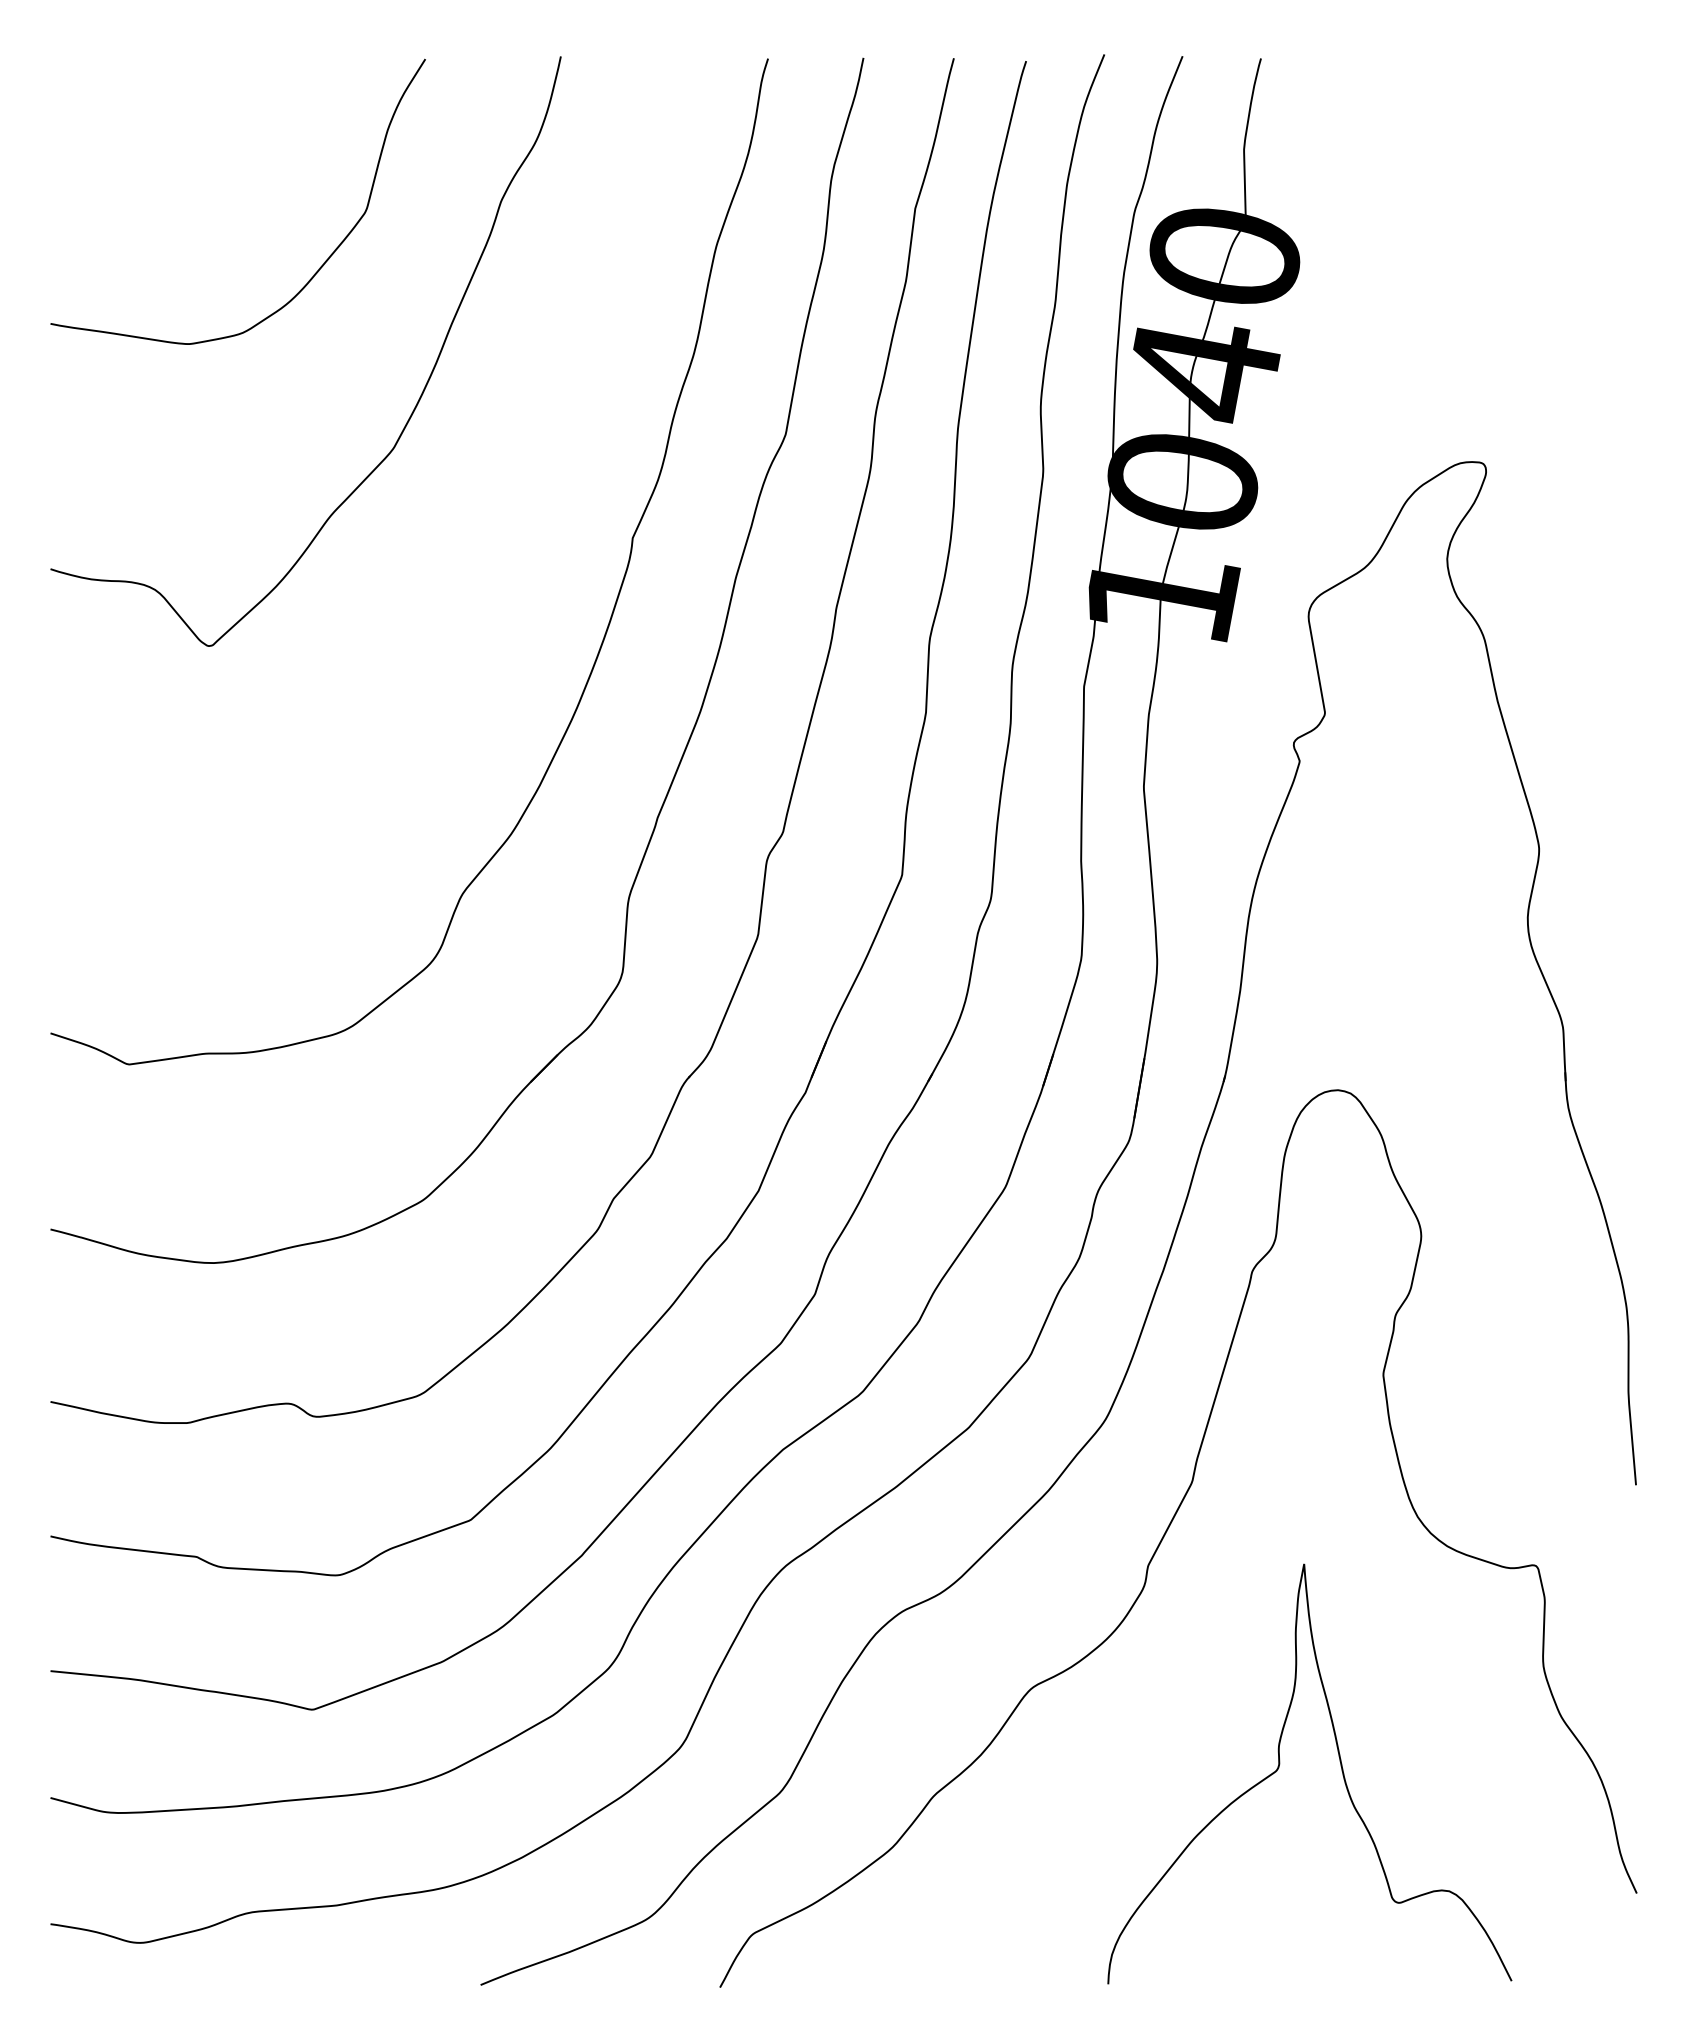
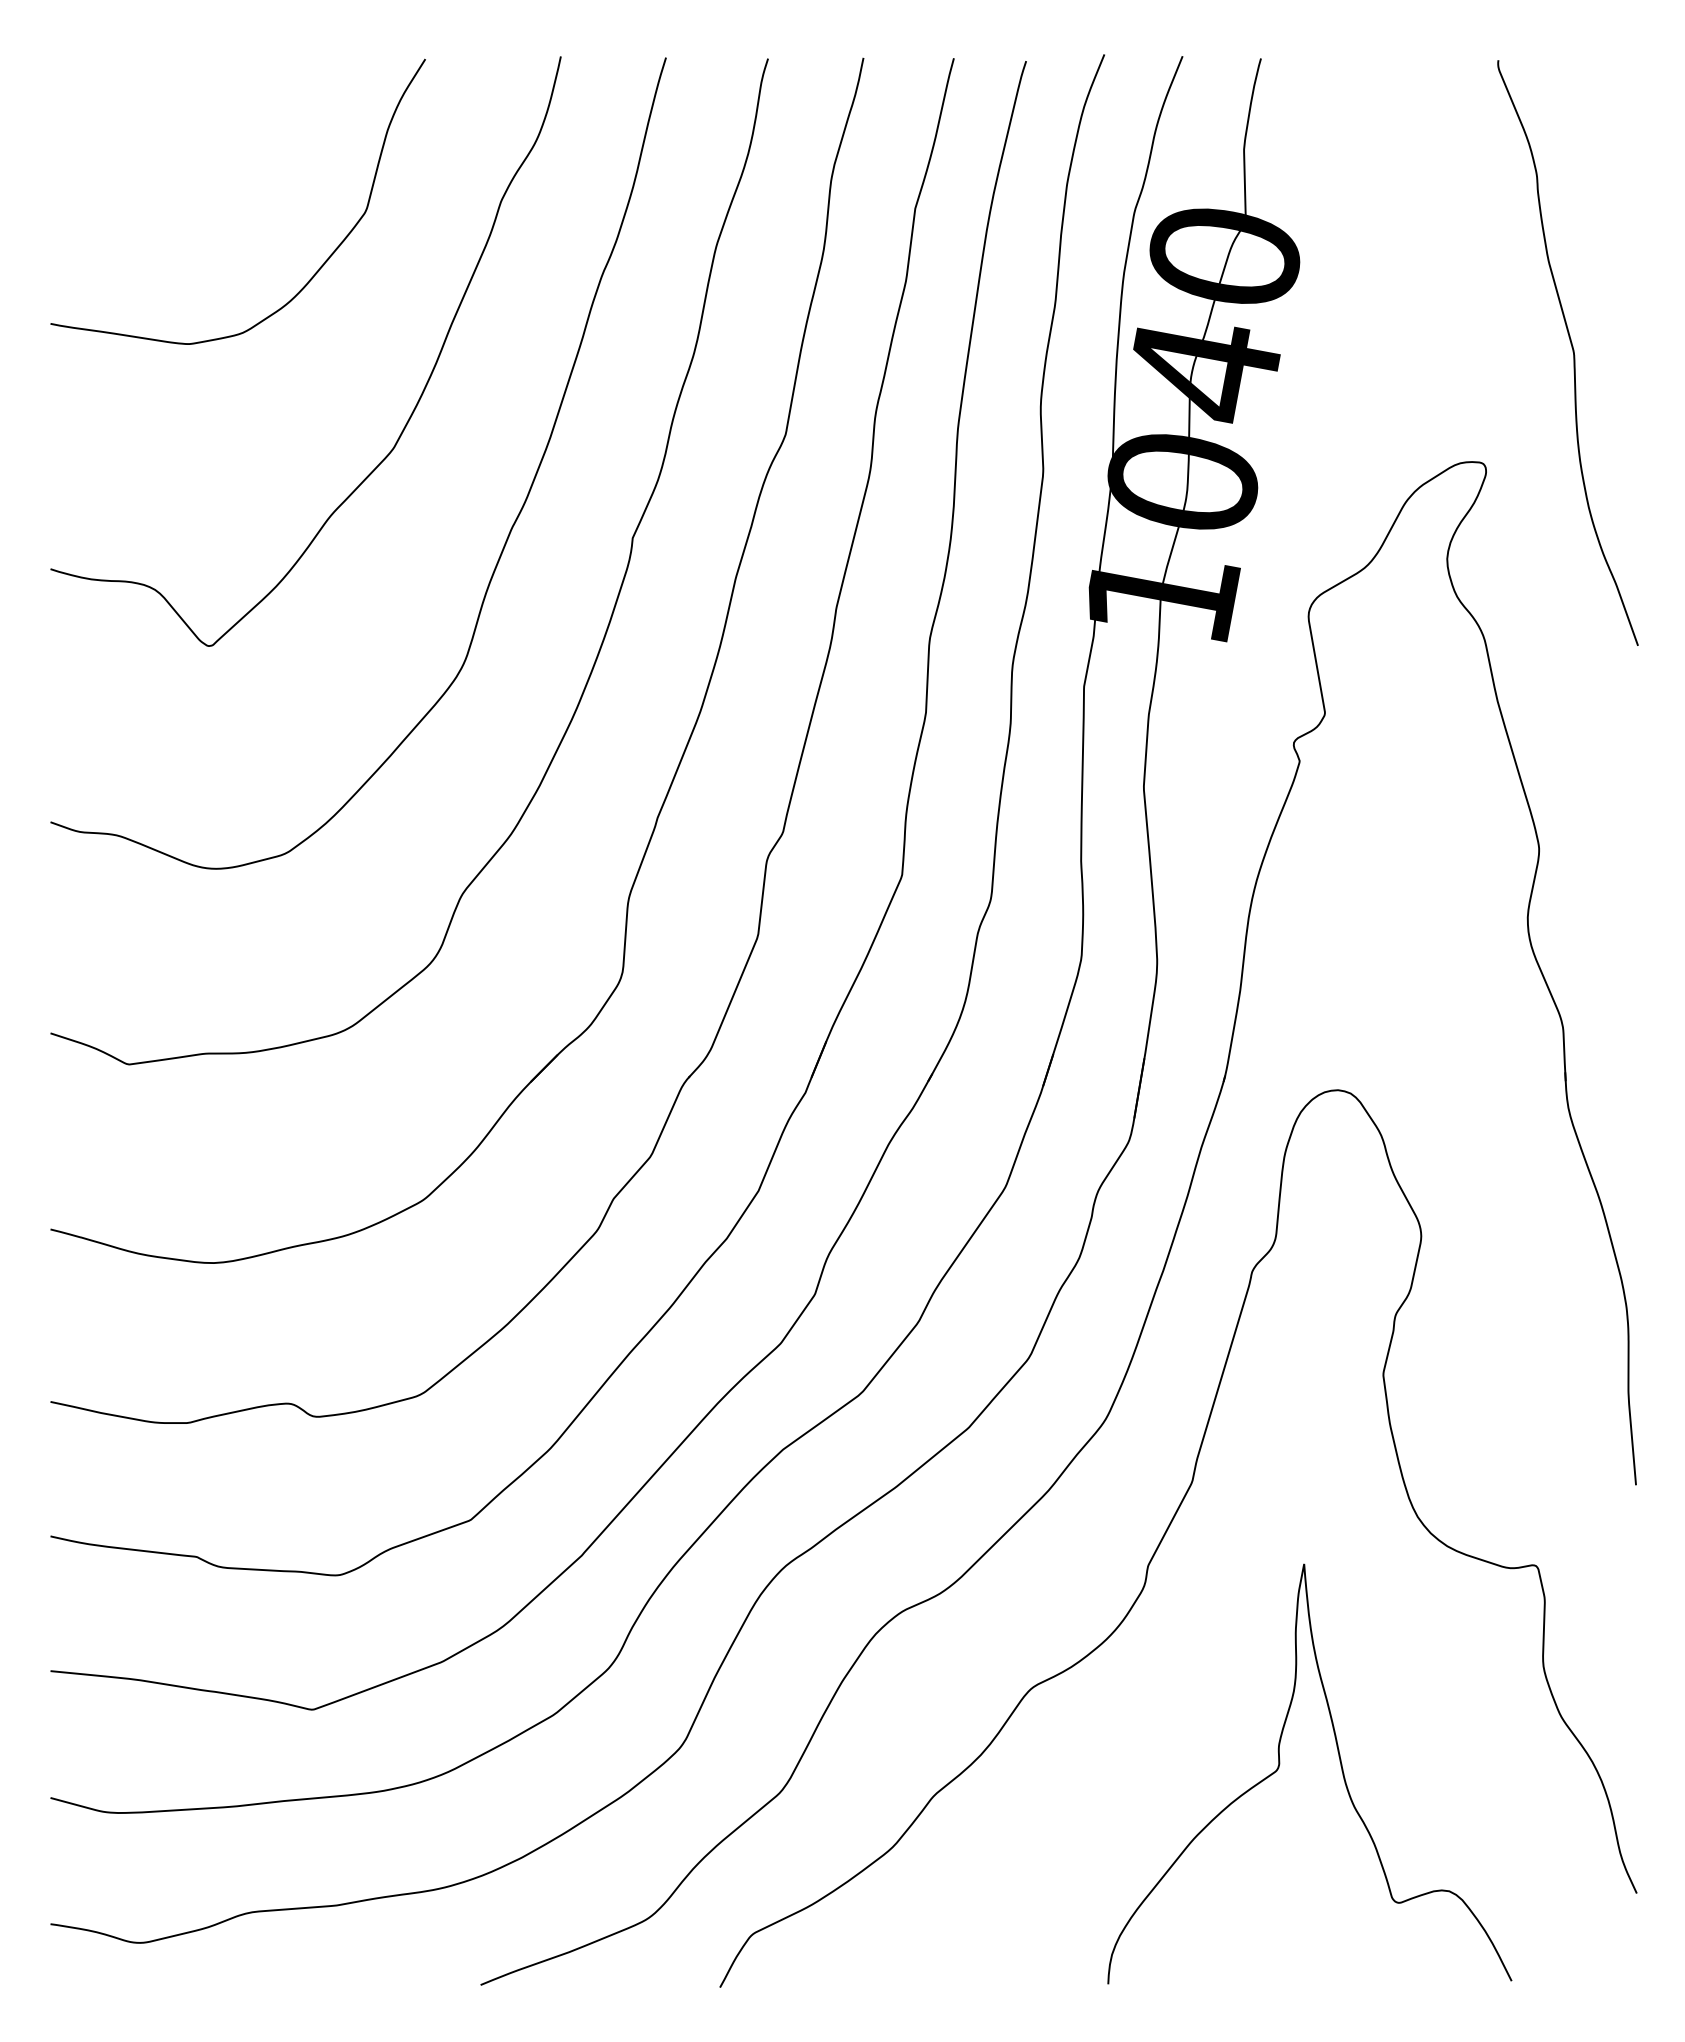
curve at (1572, 352): none -> present
curve at (510, 528): none -> present
